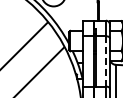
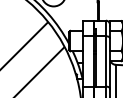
line at (105, 60): dashed -> solid
